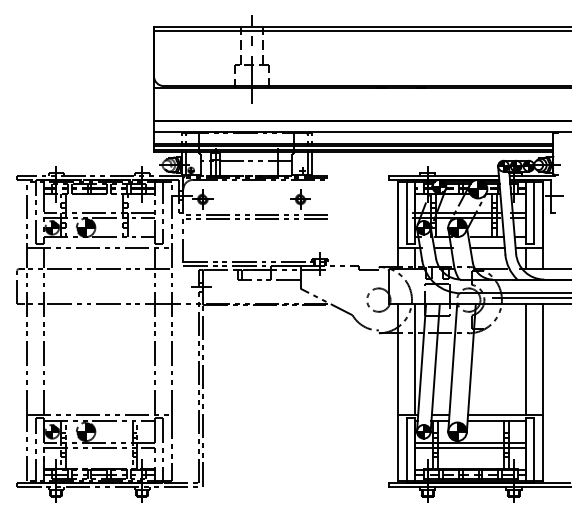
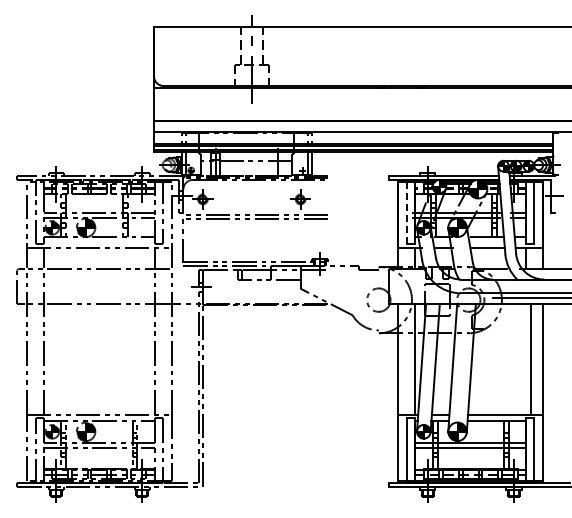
line at (361, 31): present -> none
line at (407, 211): solid -> dashed
line at (526, 359) position: (526, 359) -> (531, 359)
